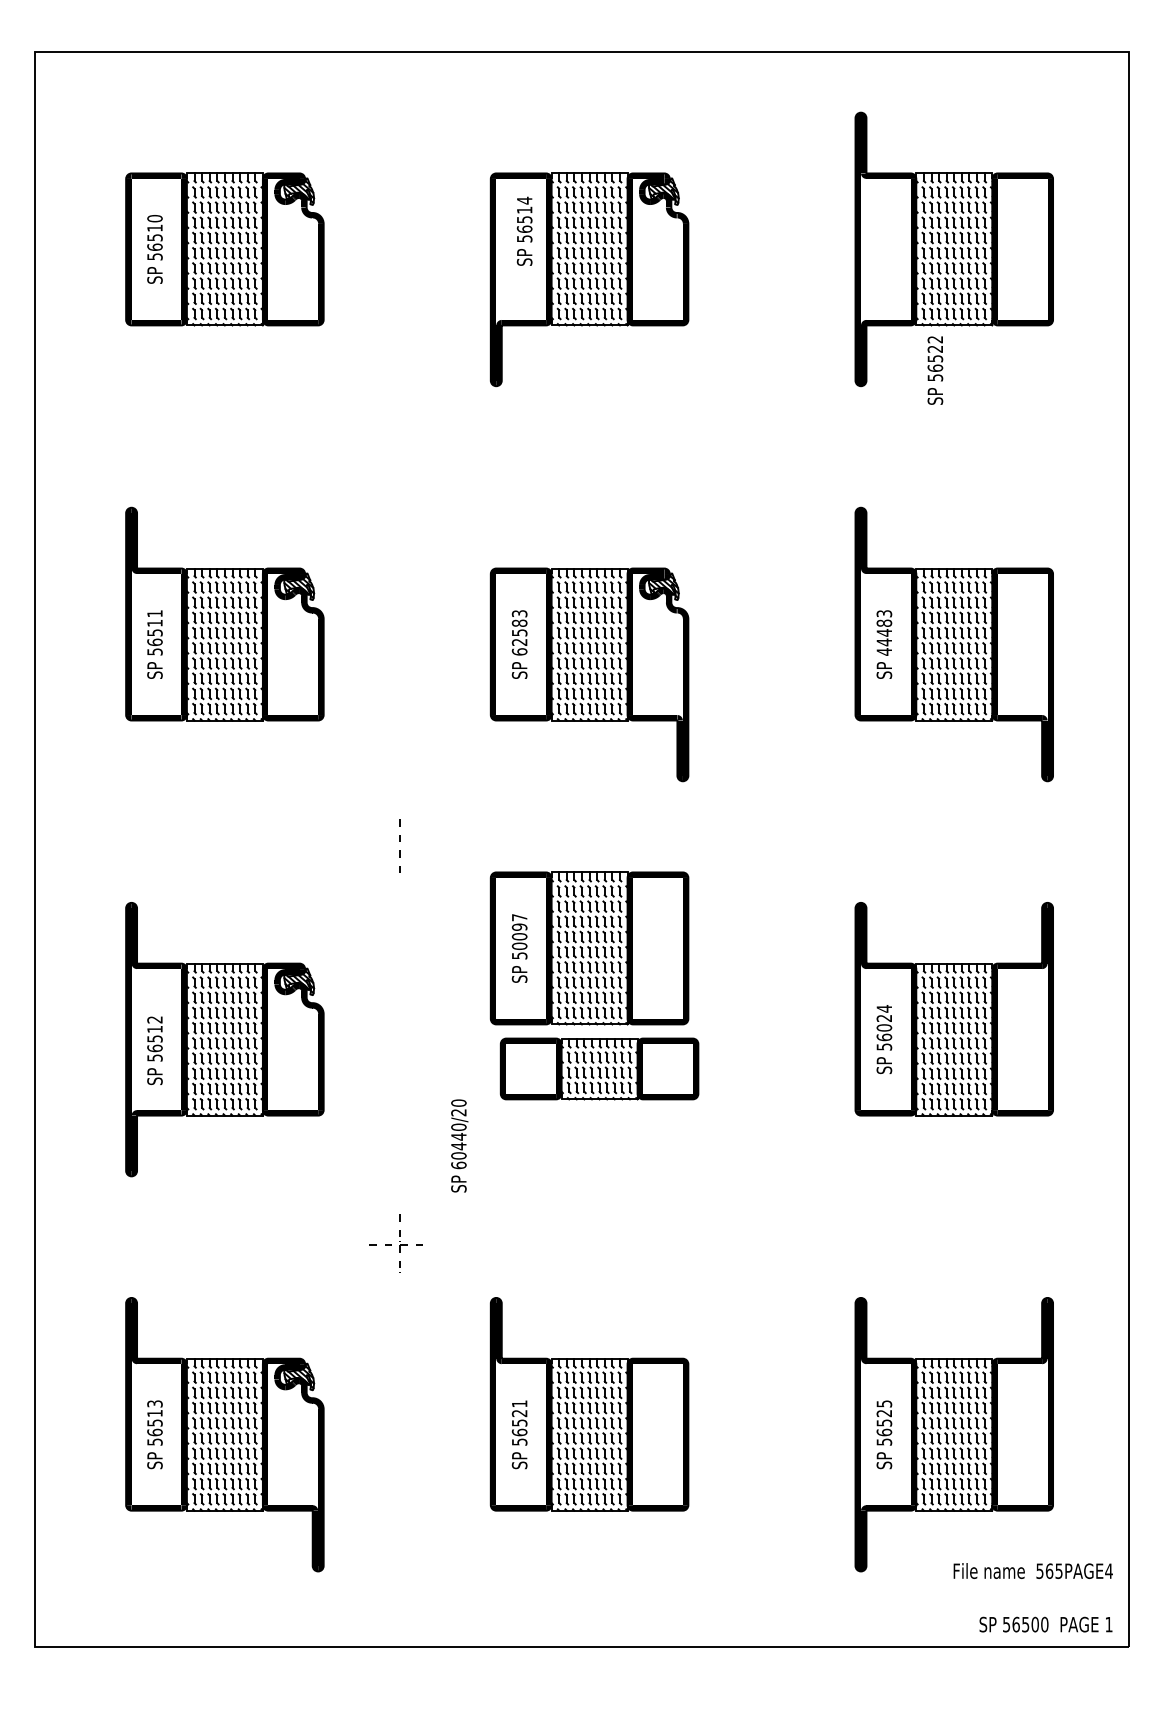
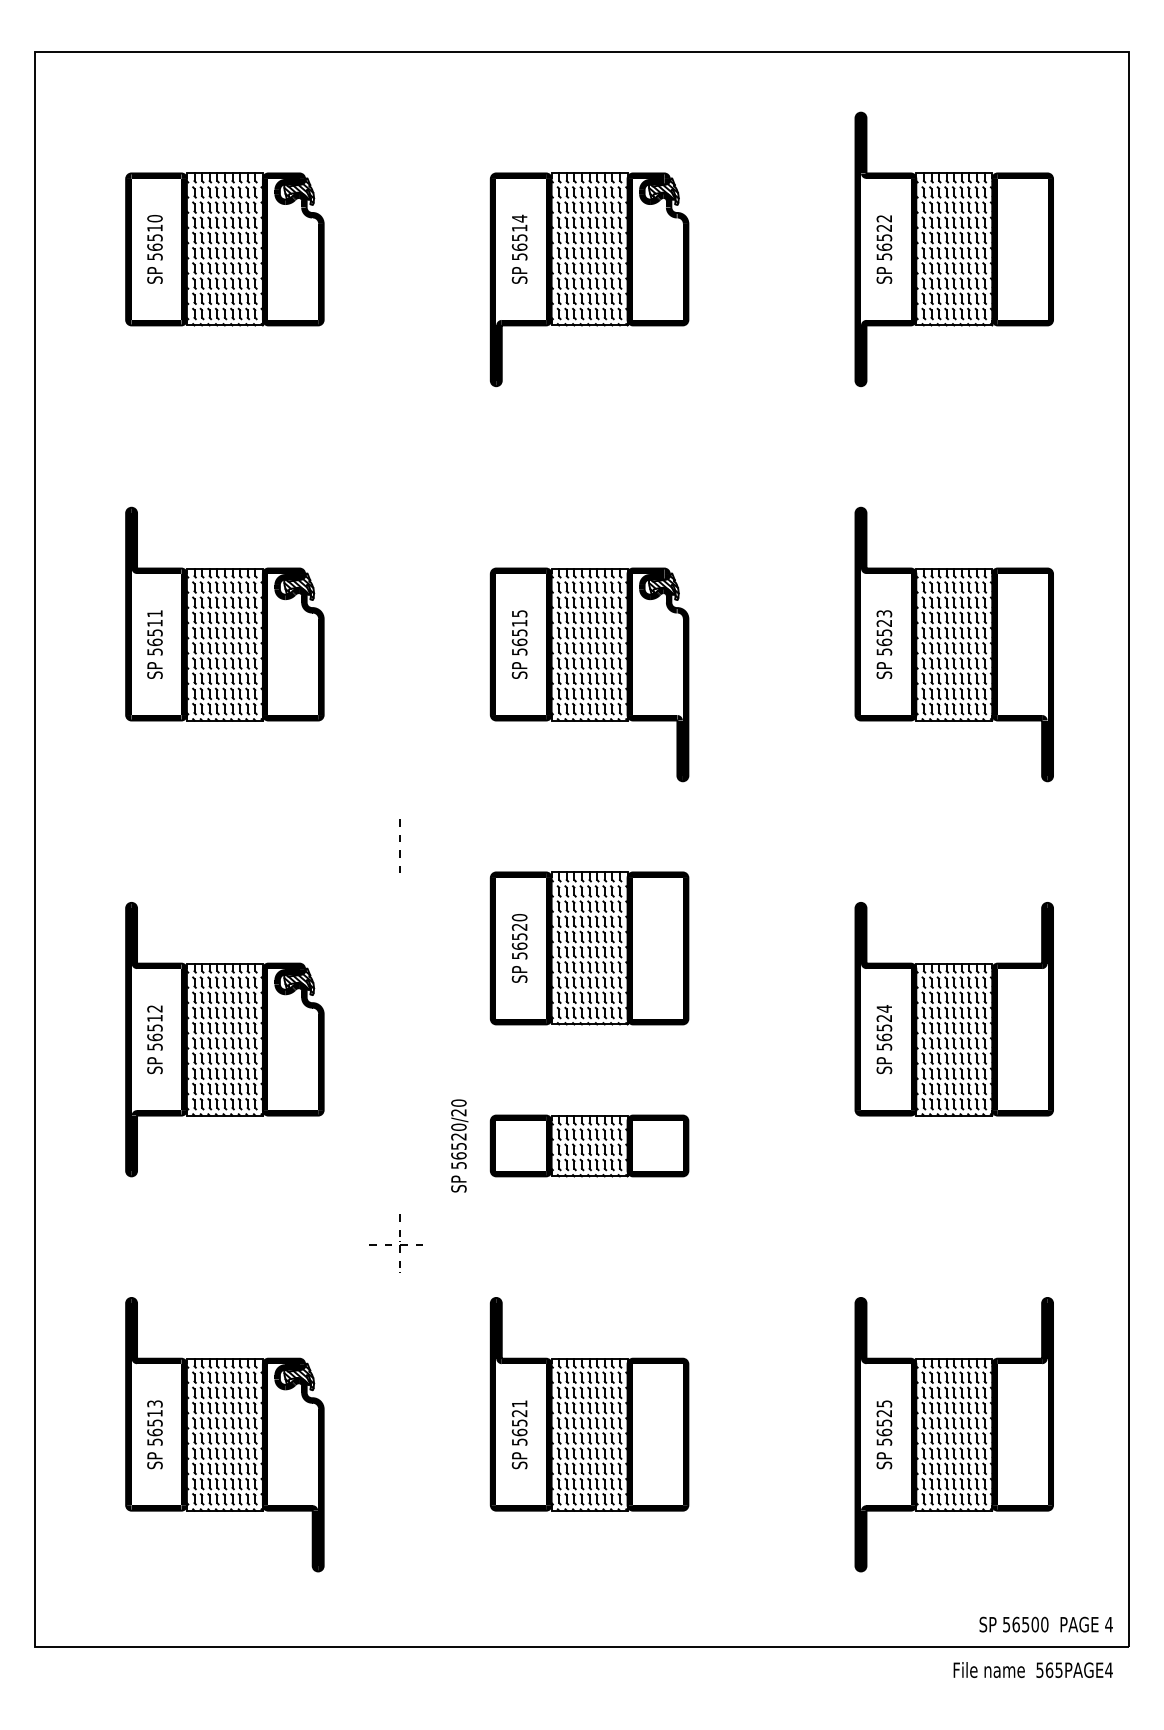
text at (524, 230) position: (524, 230) -> (519, 248)
text at (935, 370) position: (935, 370) -> (884, 249)
text at (519, 632): 62583 -> 56515
text at (884, 637): 44483 -> 56523
text at (519, 931): 50097 -> 56520
text at (884, 1027): 56024 -> 56524
text at (154, 1050) position: (154, 1050) -> (154, 1039)
part at (599, 1068) position: (599, 1068) -> (589, 1145)
text at (458, 1151): 60440/20 -> 56520/20
text at (1032, 1570) position: (1032, 1570) -> (1032, 1669)
text at (1108, 1624): 1 -> 4
